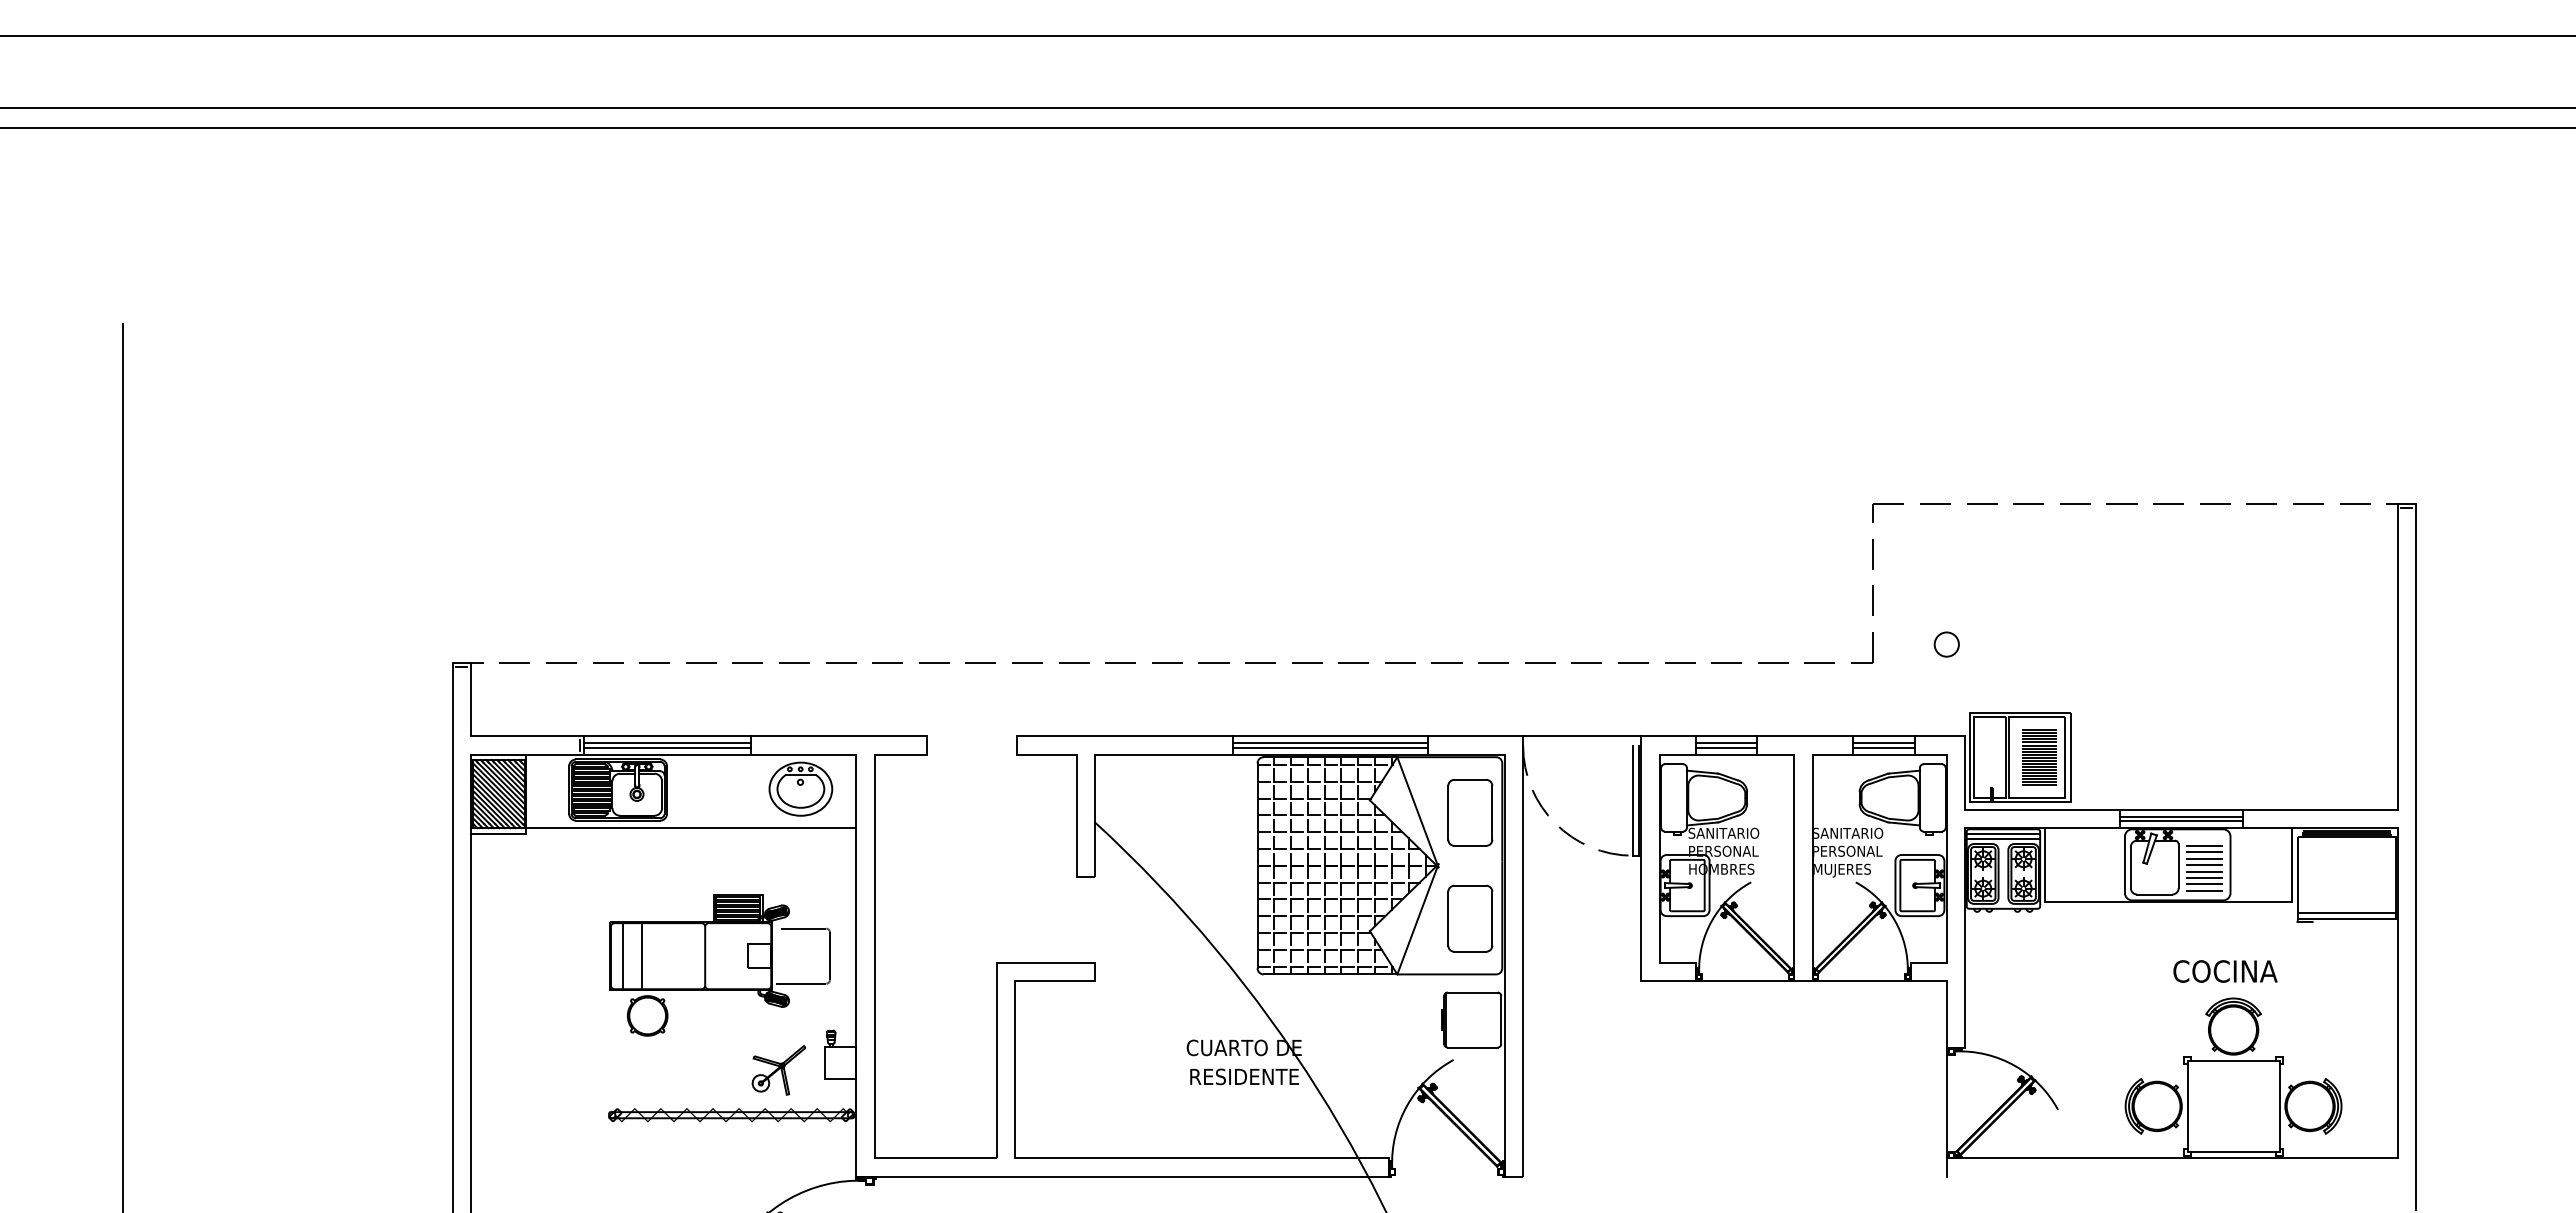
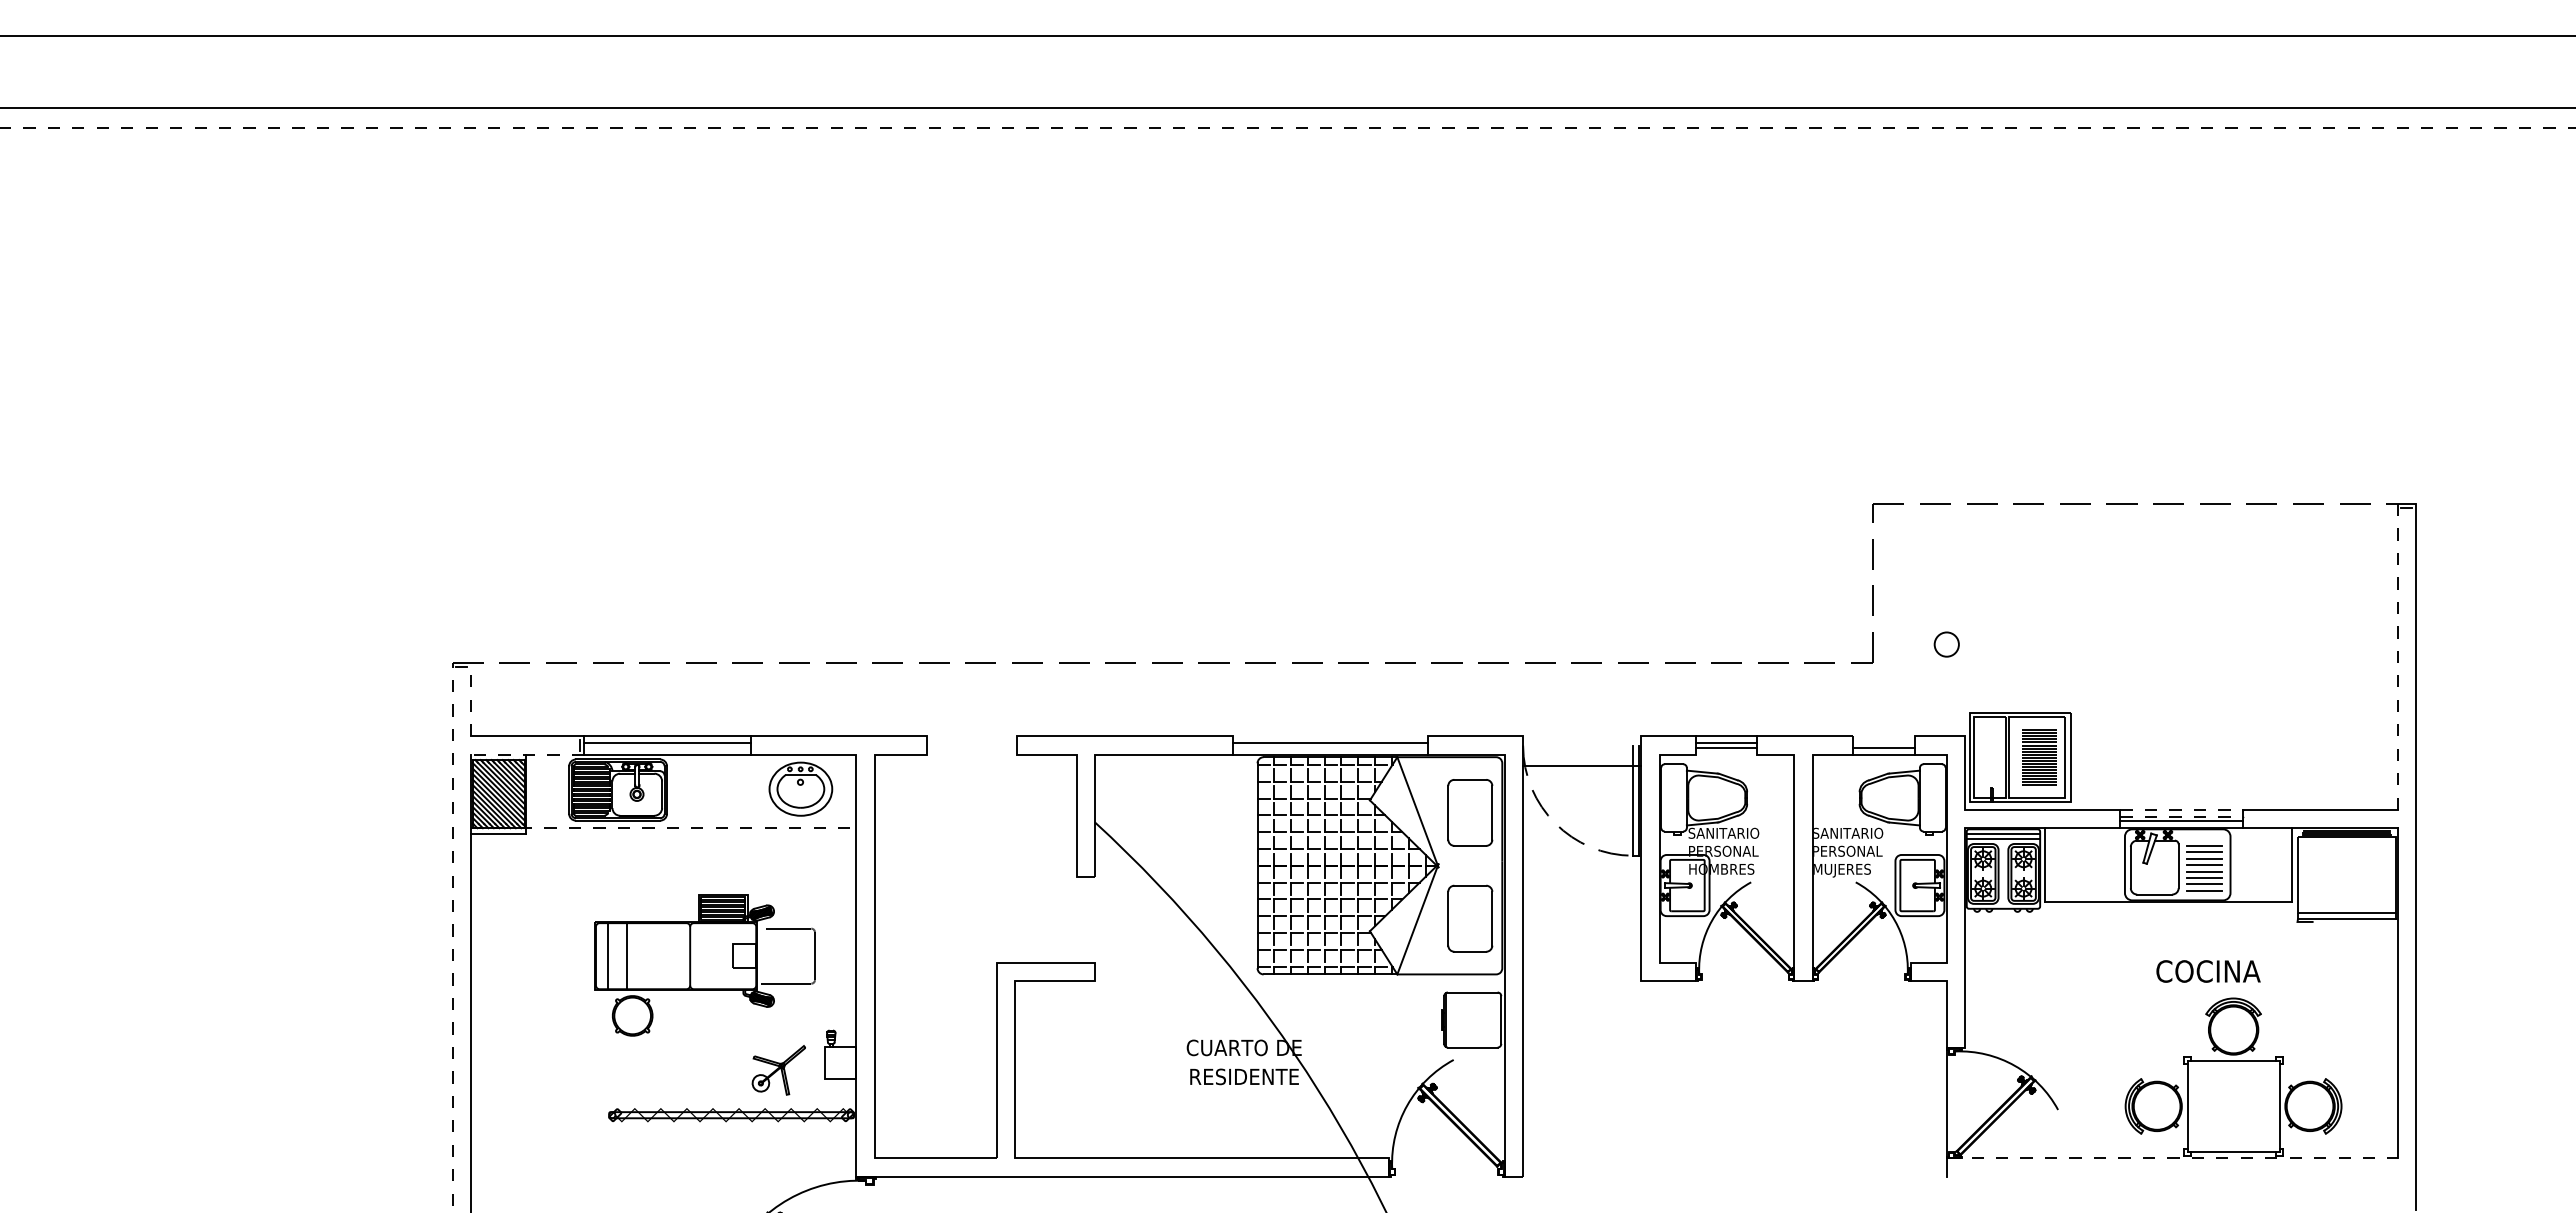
line at (1287, 127): solid -> dashed
line at (2397, 656): solid -> dashed
line at (471, 699): solid -> dashed
line at (1330, 736): present -> none
line at (1582, 736) position: (1582, 736) -> (1582, 766)
line at (1883, 736): present -> none
line at (1883, 743): present -> none
line at (667, 748): present -> none
line at (1330, 748): present -> none
line at (527, 754): solid -> dashed
line at (1726, 754): present -> none
line at (122, 766): present -> none
line at (2182, 809): solid -> dashed
line at (2182, 816): solid -> dashed
line at (663, 828): solid -> dashed
line at (452, 937): solid -> dashed
part at (719, 965) position: (719, 965) -> (704, 965)
text at (2225, 971) position: (2225, 971) -> (2208, 971)
line at (1745, 981): present -> none
line at (1861, 981): present -> none
line at (2172, 1158): solid -> dashed
